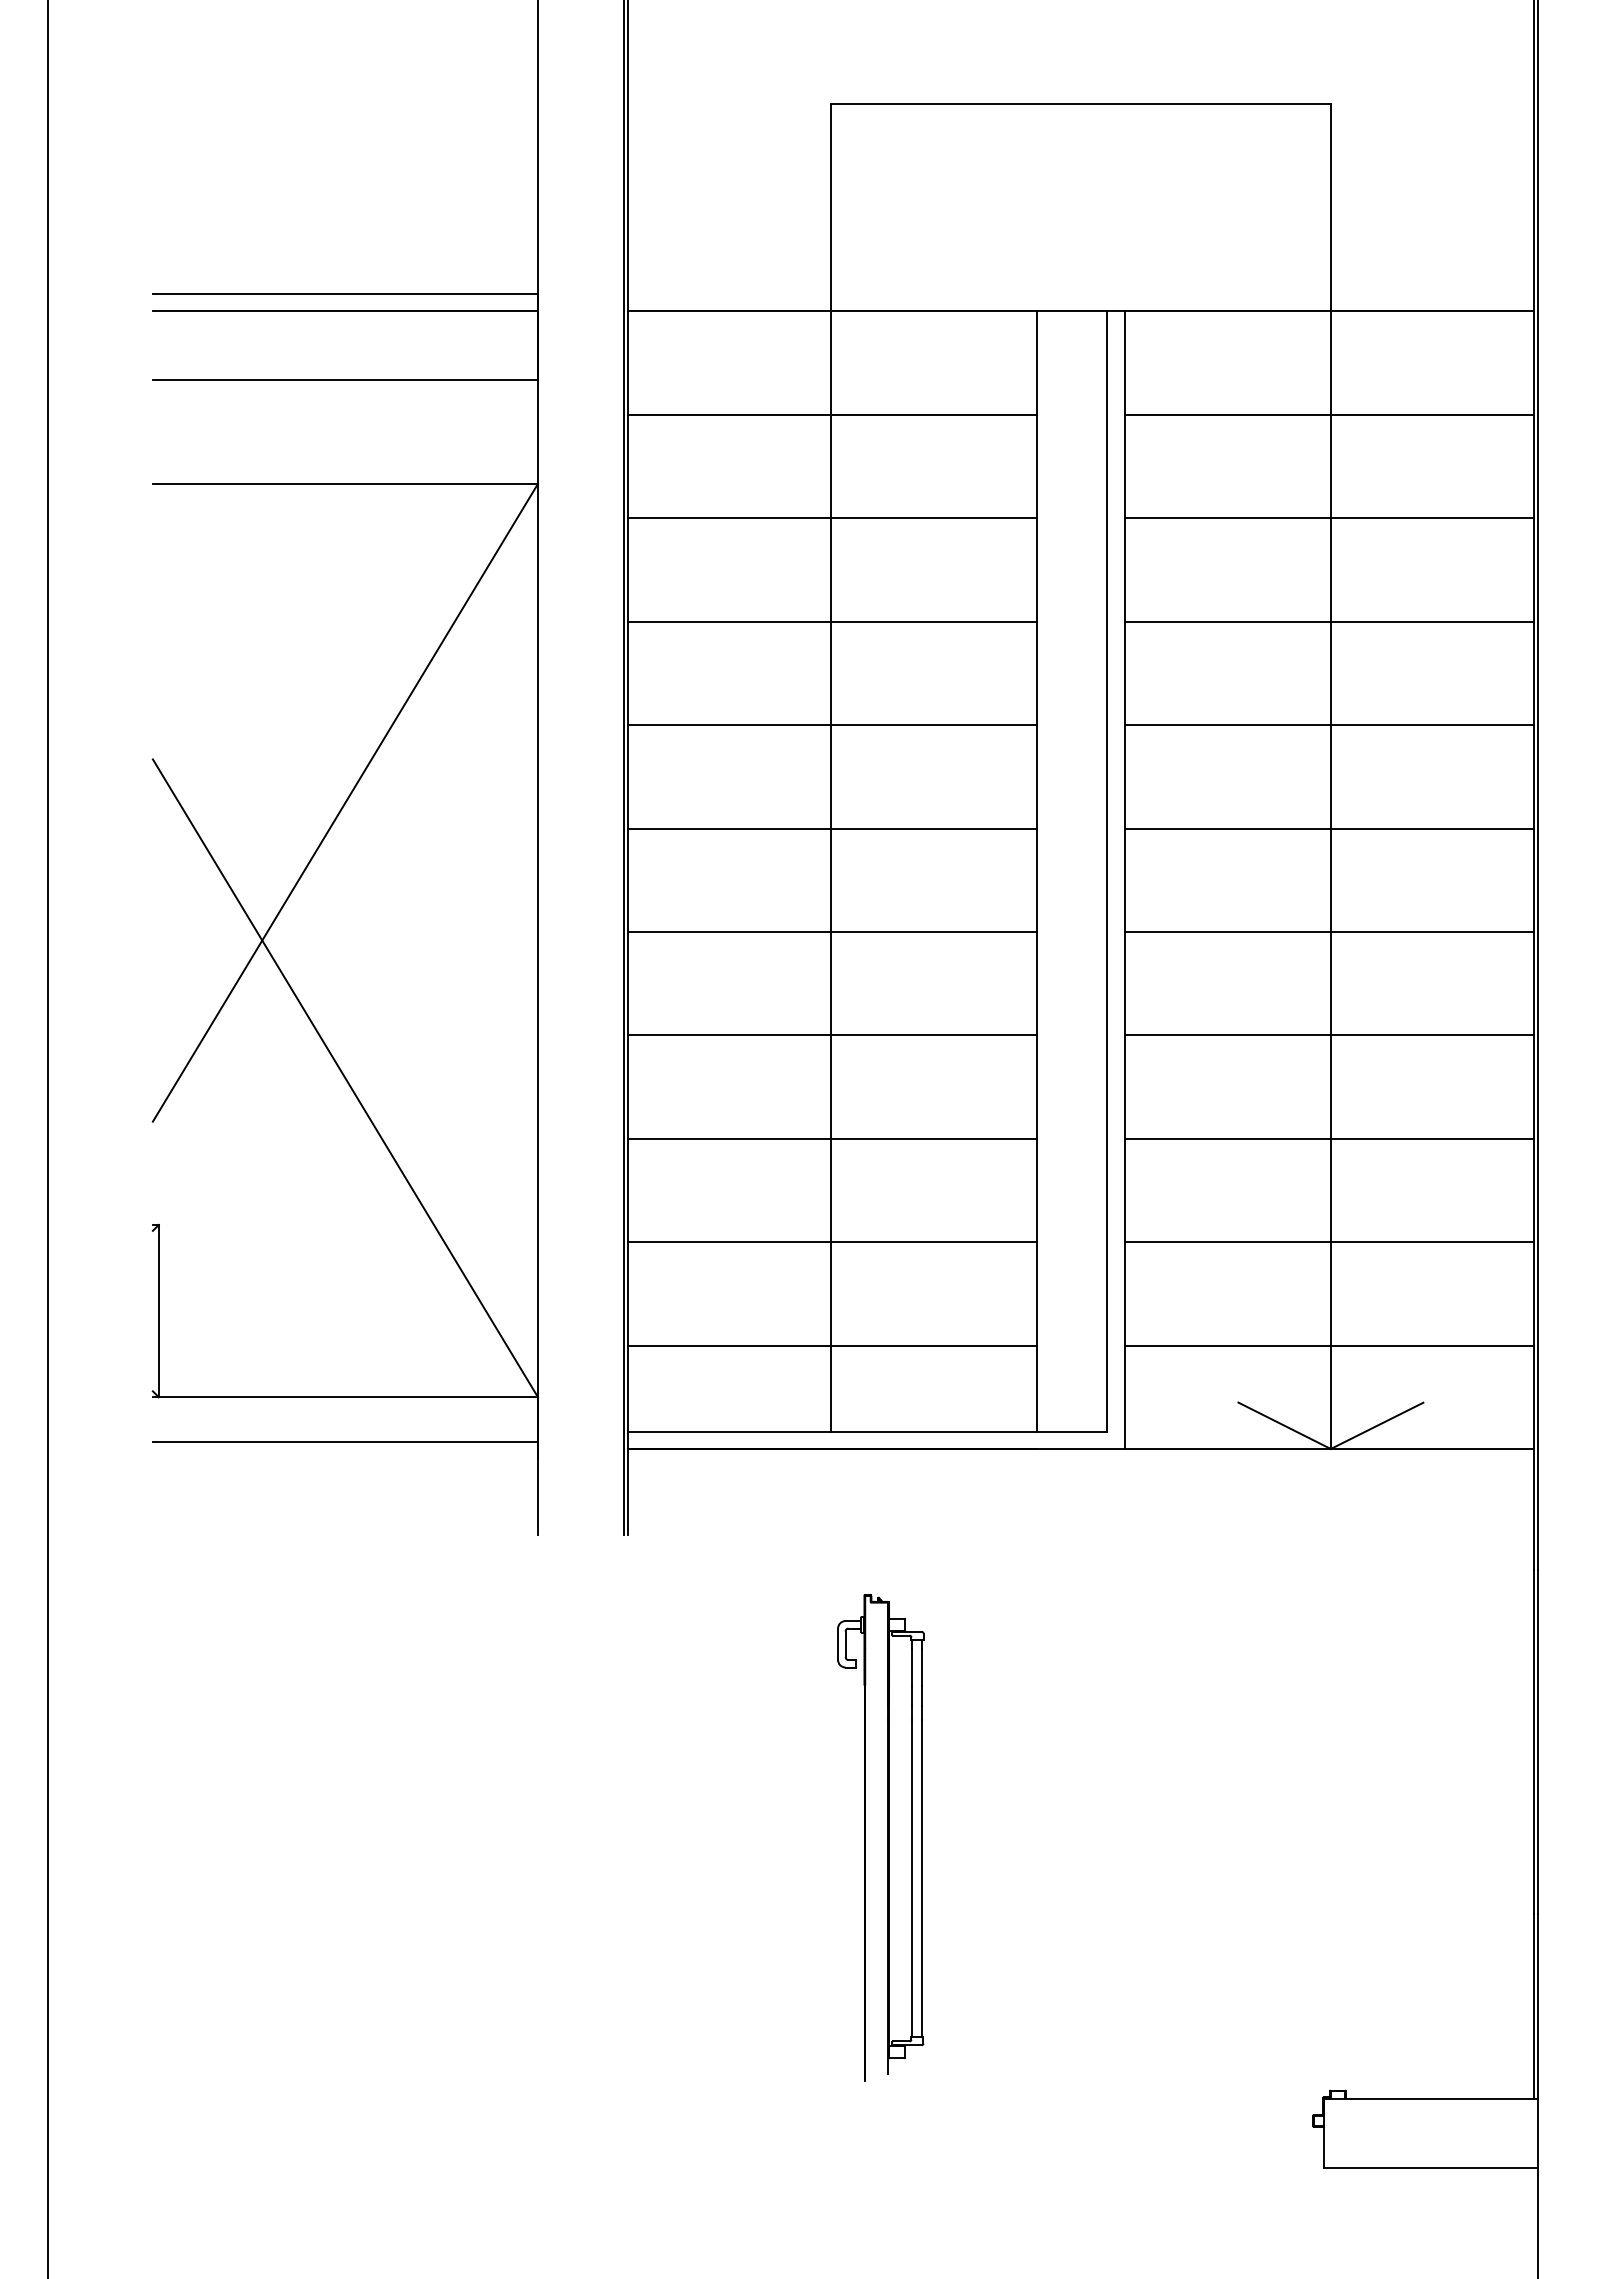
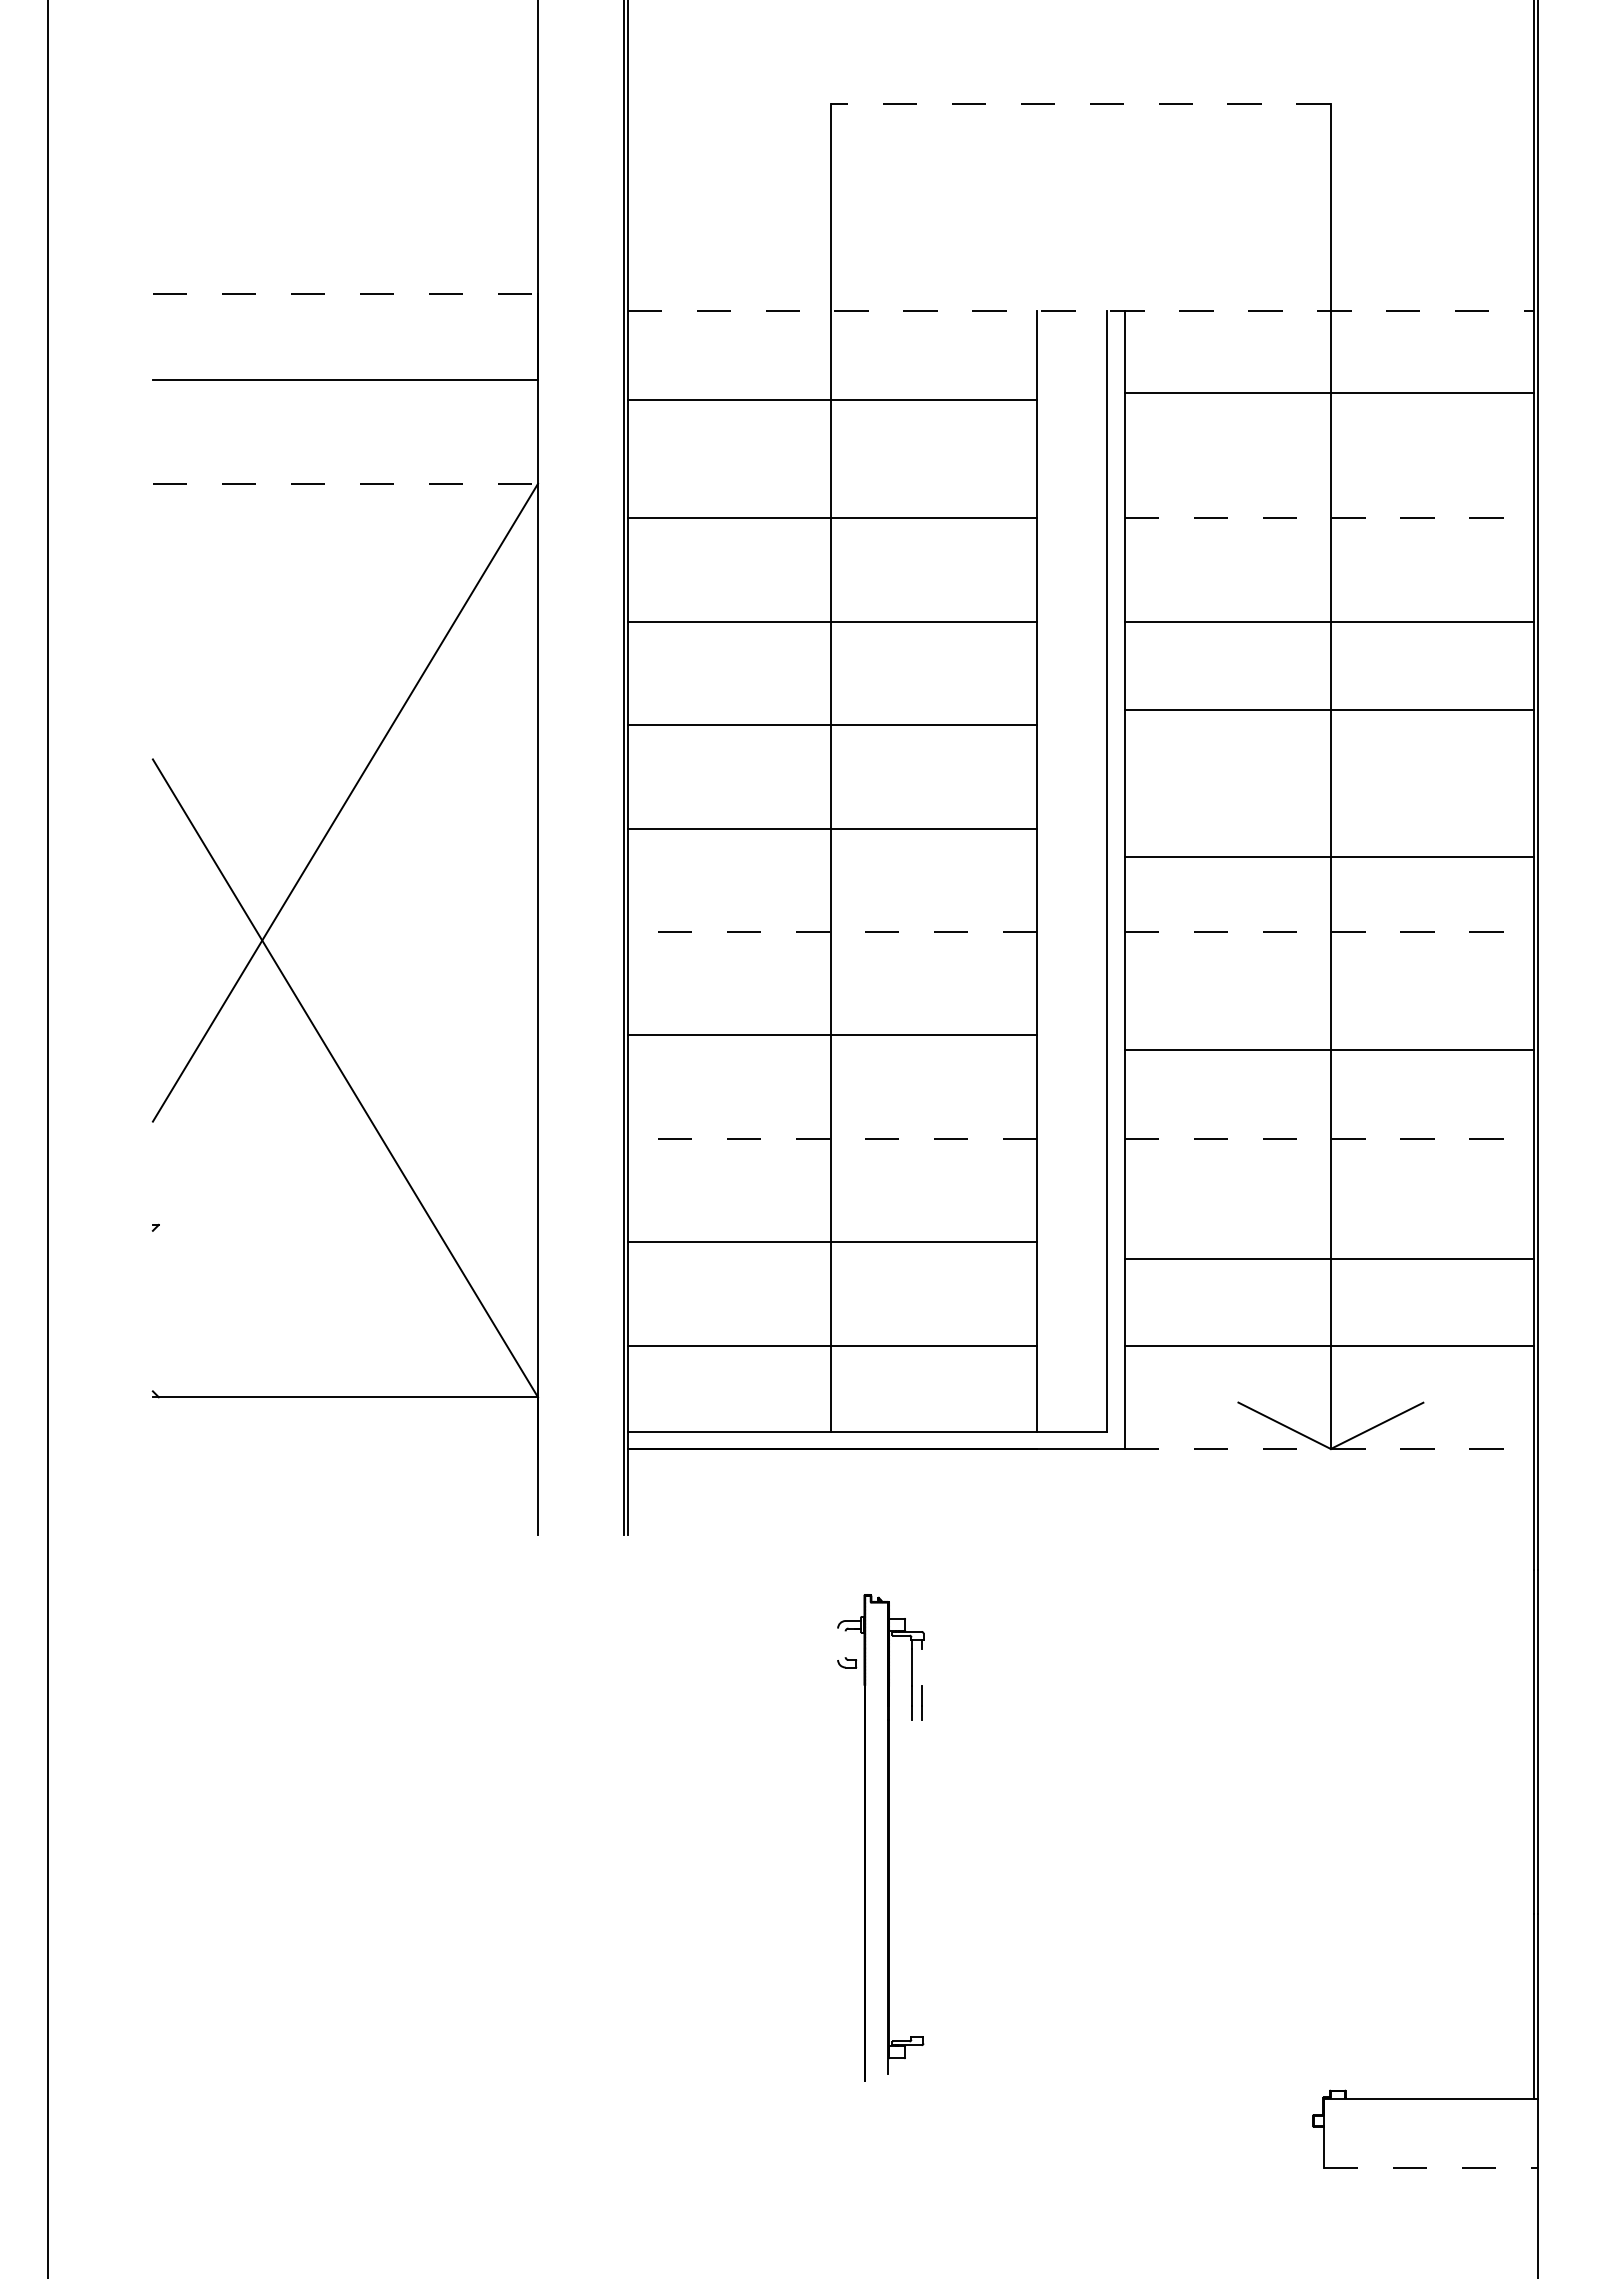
line at (1080, 104): solid -> dashed
line at (345, 294): solid -> dashed
line at (345, 311): present -> none
line at (1081, 311): solid -> dashed
line at (832, 414) position: (832, 414) -> (832, 399)
line at (1329, 414) position: (1329, 414) -> (1329, 392)
line at (345, 483): solid -> dashed
line at (1329, 518): solid -> dashed
line at (1329, 725) position: (1329, 725) -> (1329, 710)
line at (1329, 828) position: (1329, 828) -> (1329, 856)
line at (832, 931): solid -> dashed
line at (1329, 931): solid -> dashed
line at (1329, 1035) position: (1329, 1035) -> (1329, 1050)
line at (832, 1138): solid -> dashed
line at (1329, 1138): solid -> dashed
line at (1329, 1242) position: (1329, 1242) -> (1329, 1259)
line at (158, 1310): present -> none
line at (345, 1442): present -> none
line at (1329, 1449): solid -> dashed
line at (838, 1643): present -> none
line at (845, 1644): present -> none
line at (922, 1666): present -> none
line at (912, 1878): present -> none
line at (922, 1878): present -> none
line at (1430, 2167): solid -> dashed
